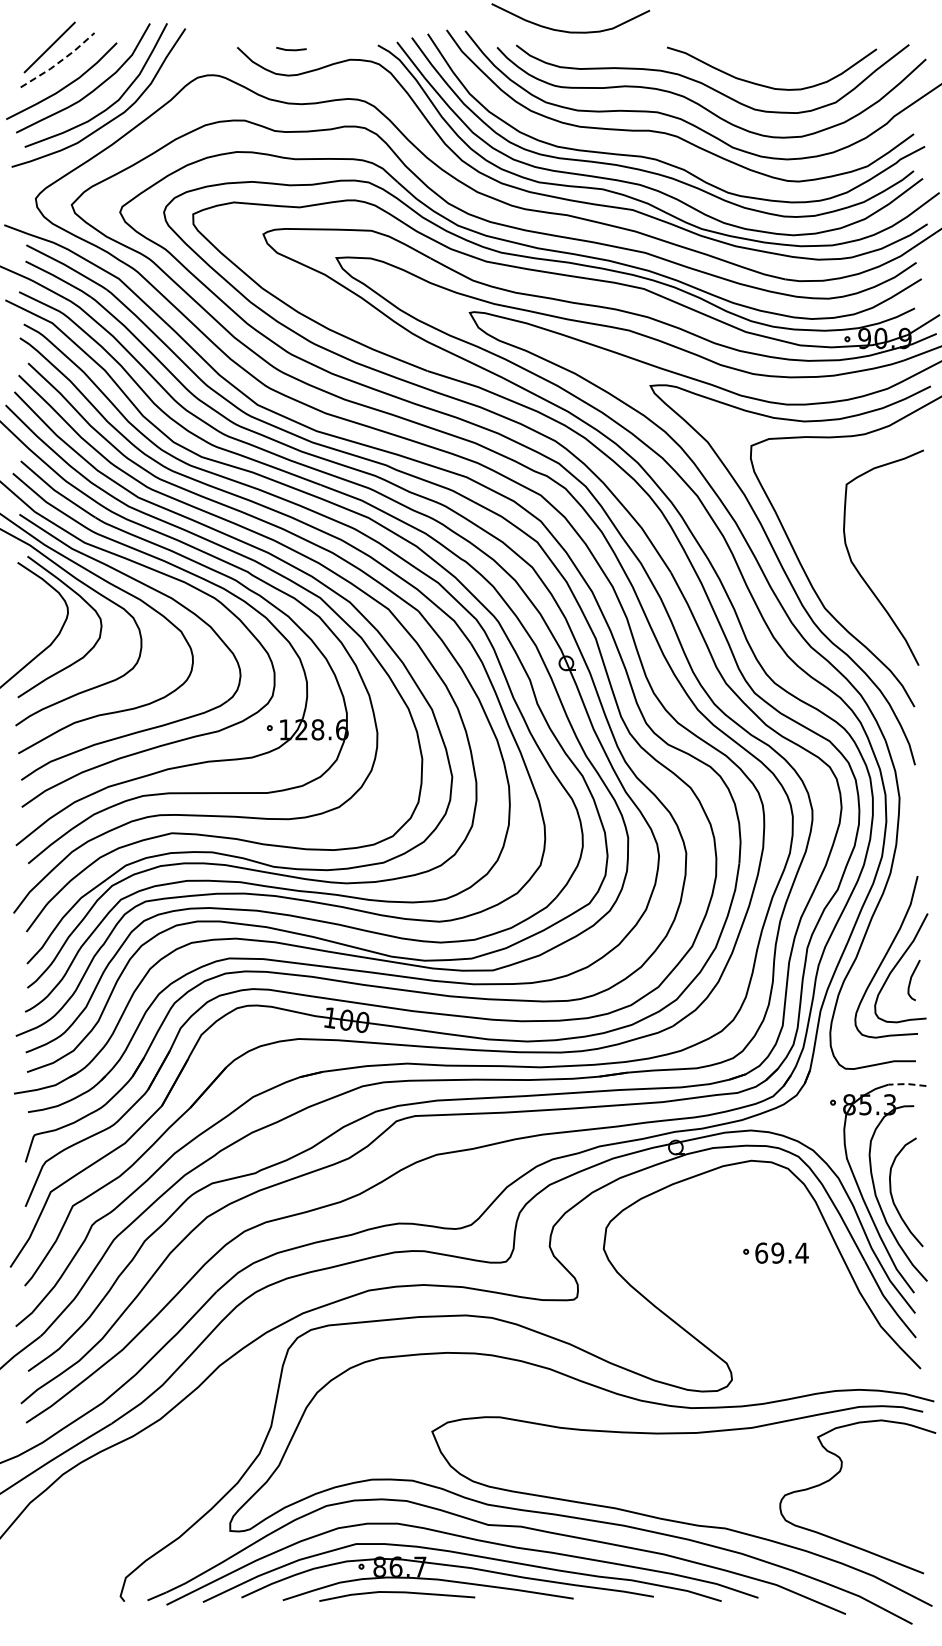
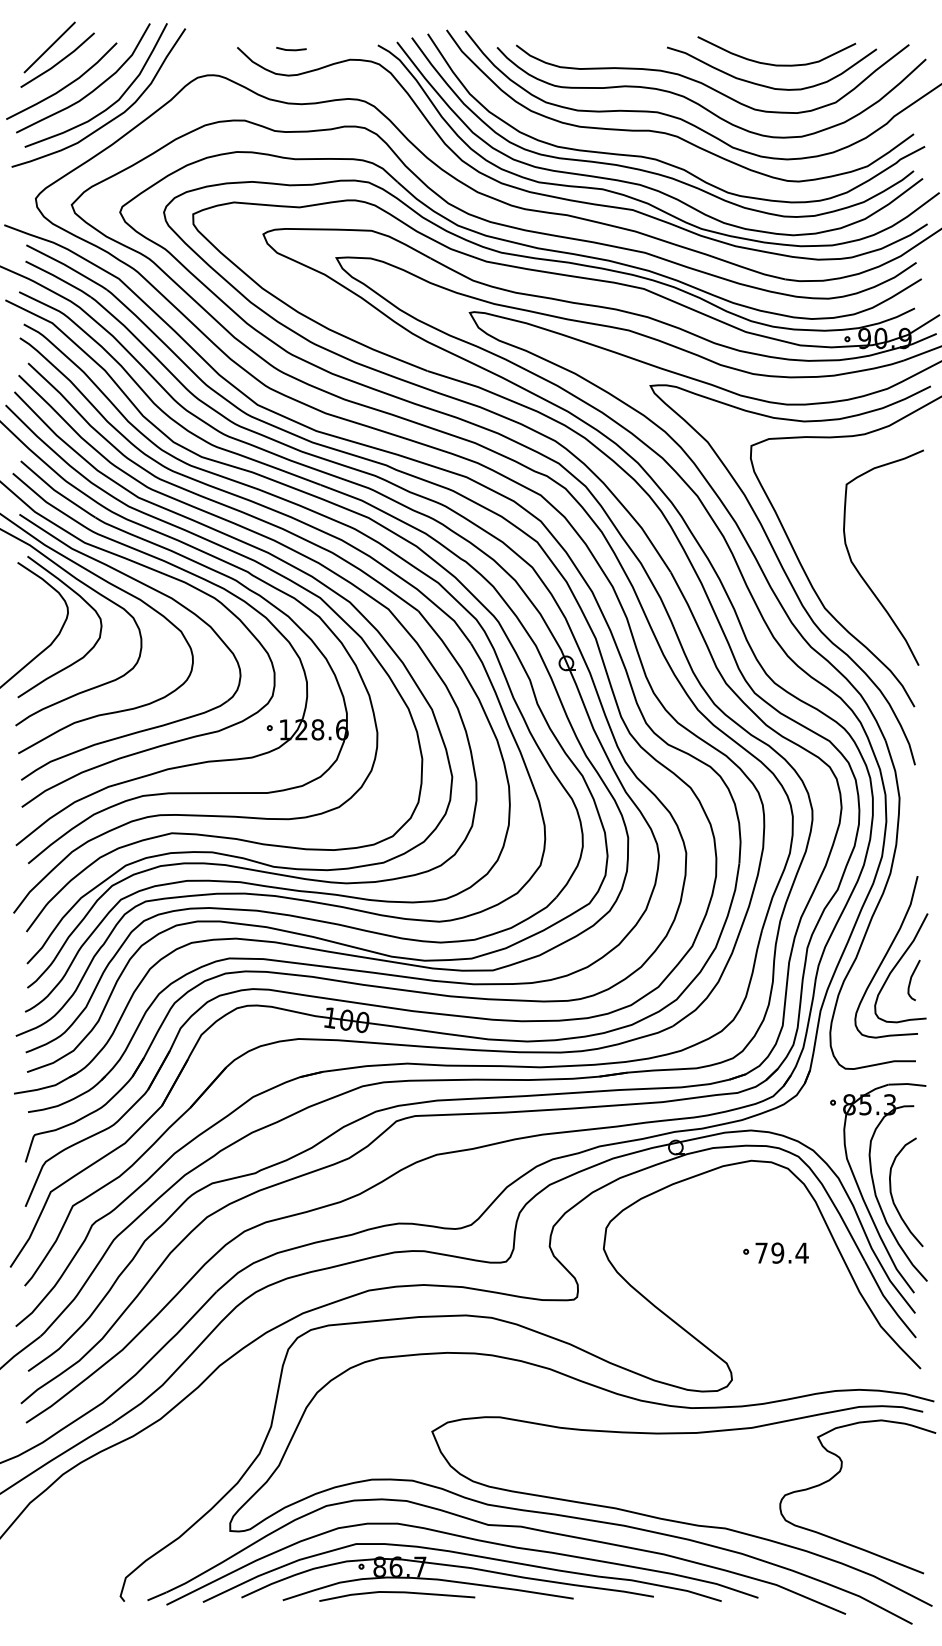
curve at (565, 30) position: (565, 30) -> (771, 63)
line at (59, 62): dashed -> solid
line at (907, 1084): dashed -> solid
text at (761, 1252): 69.4 -> 79.4
